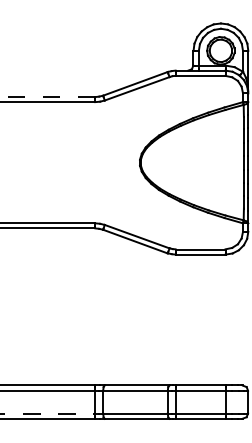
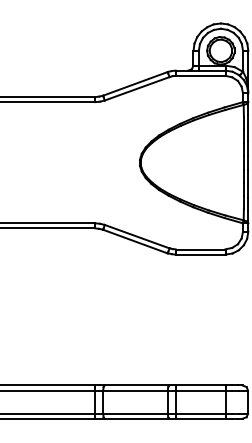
line at (47, 97): dashed -> solid
line at (48, 413): dashed -> solid
